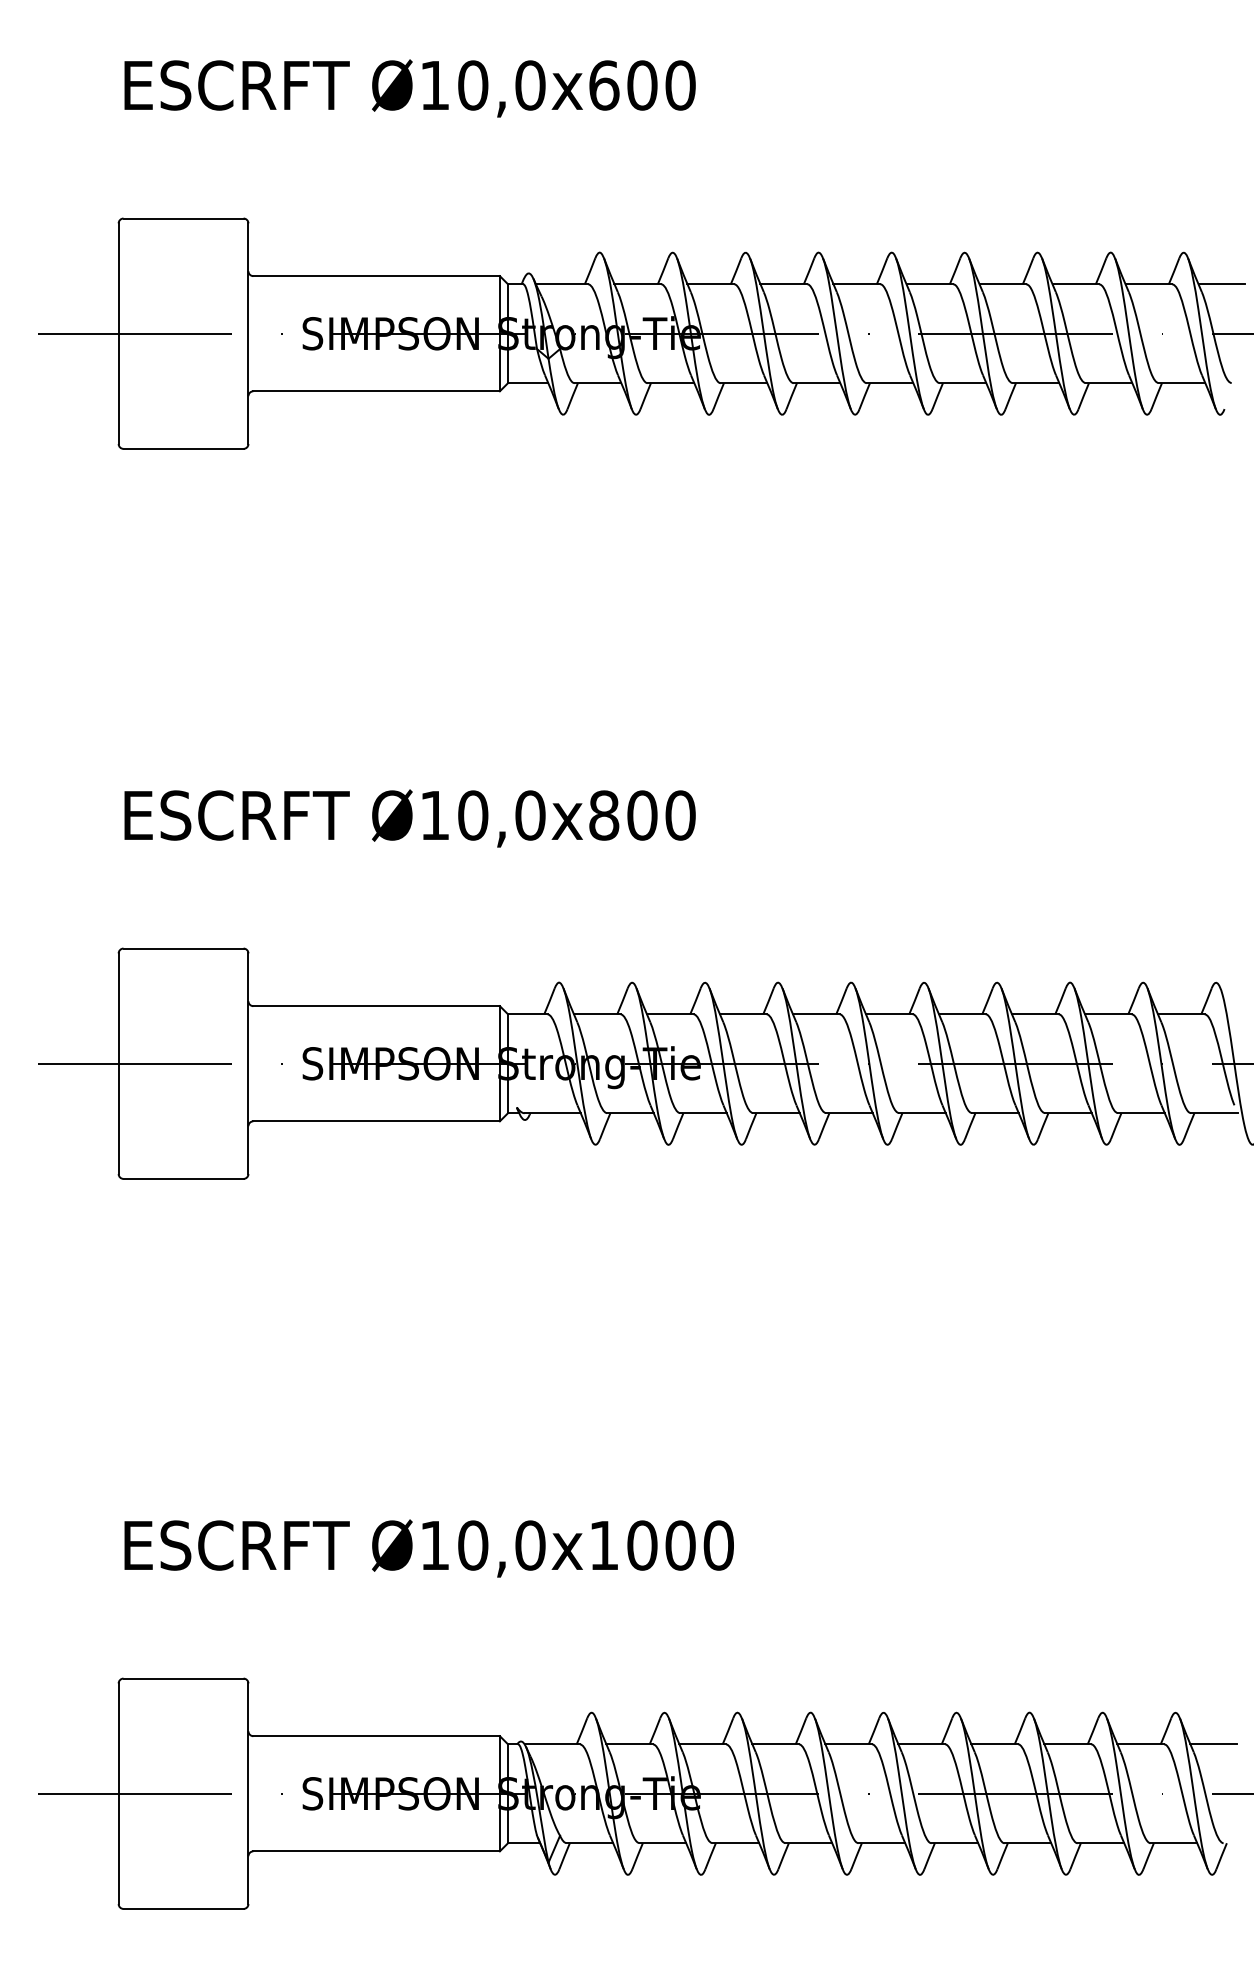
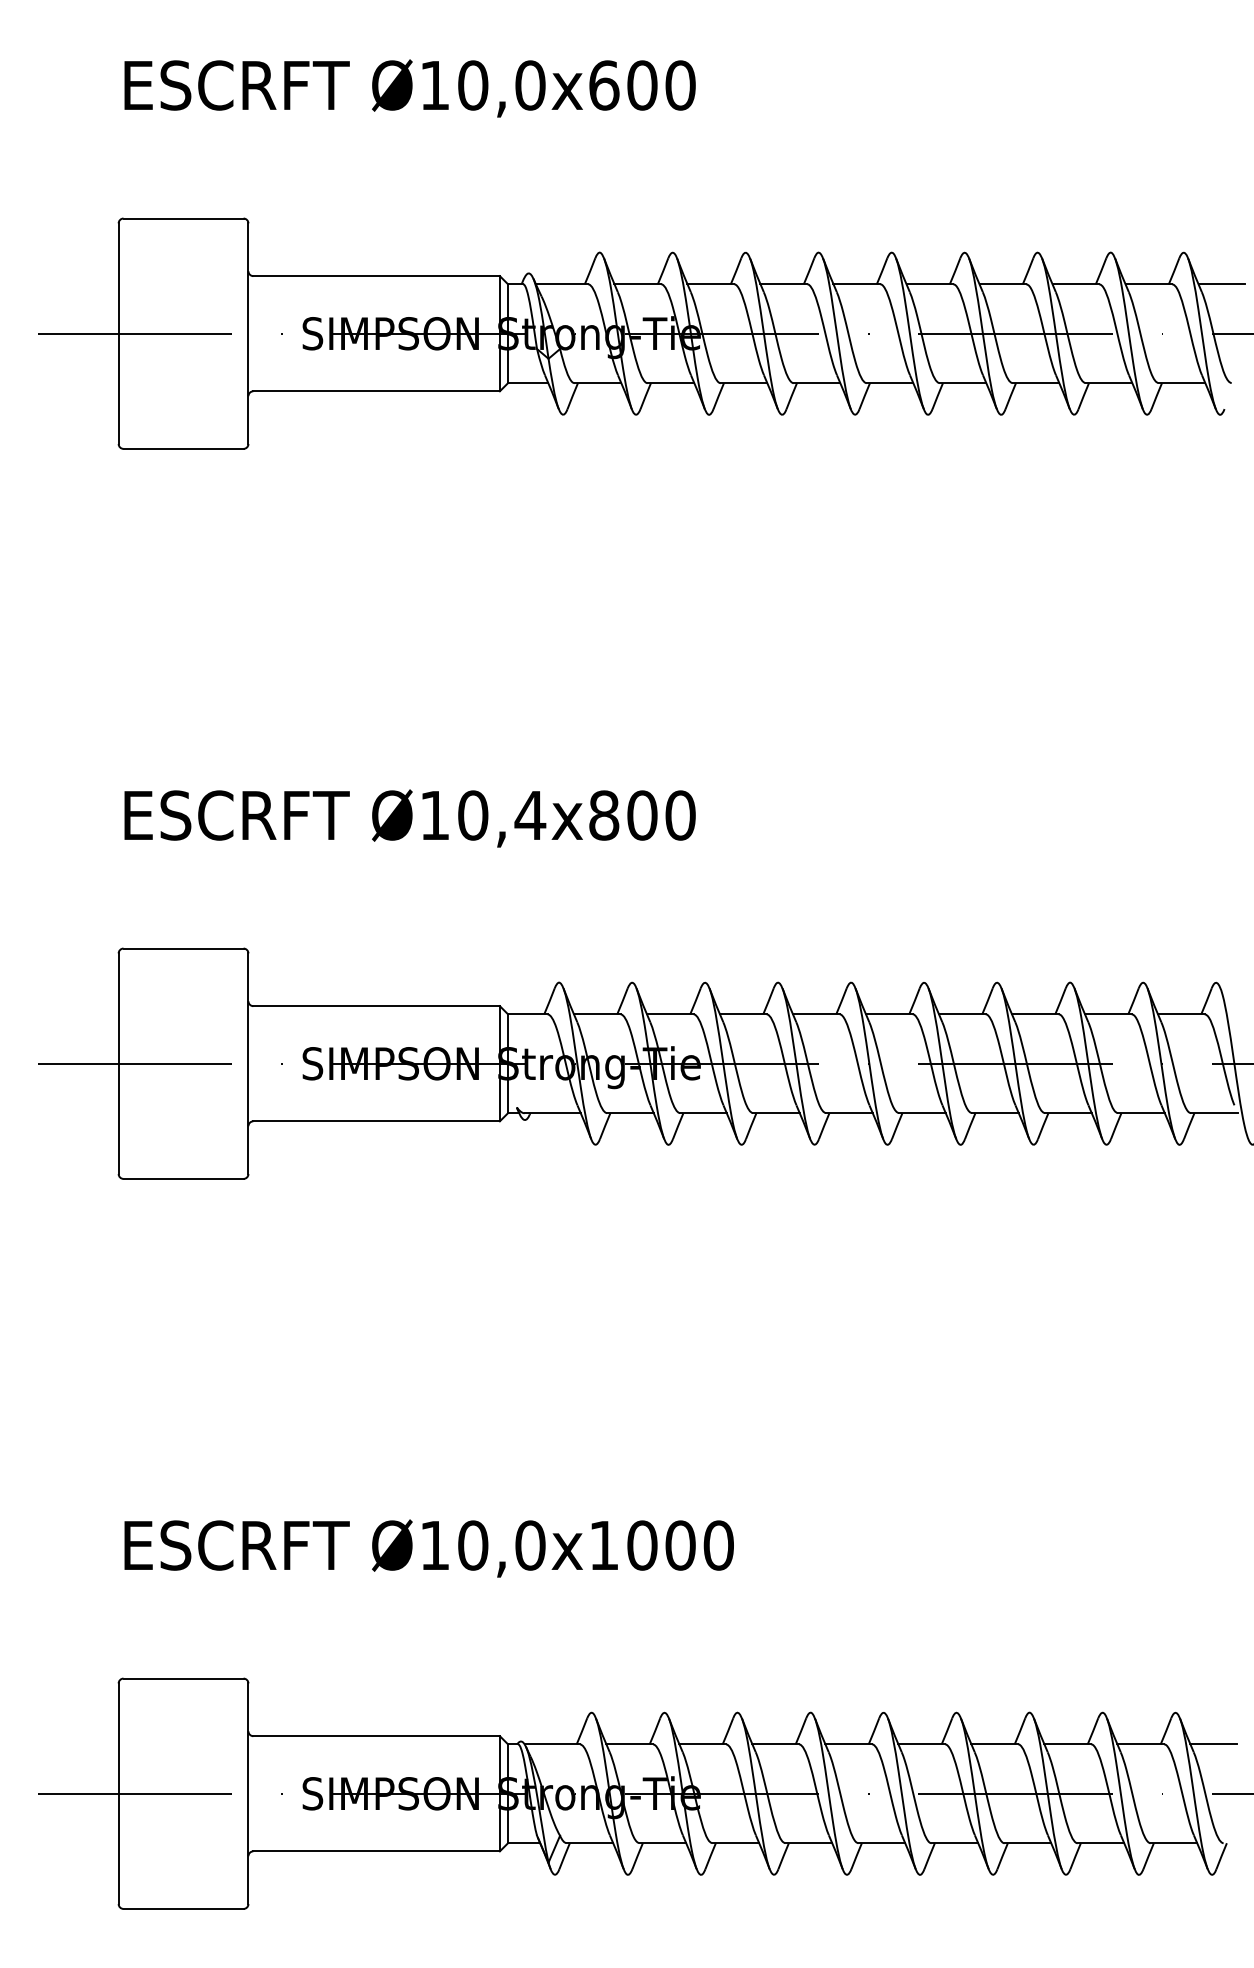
text at (530, 815): Ø10,0x800 -> Ø10,4x800
